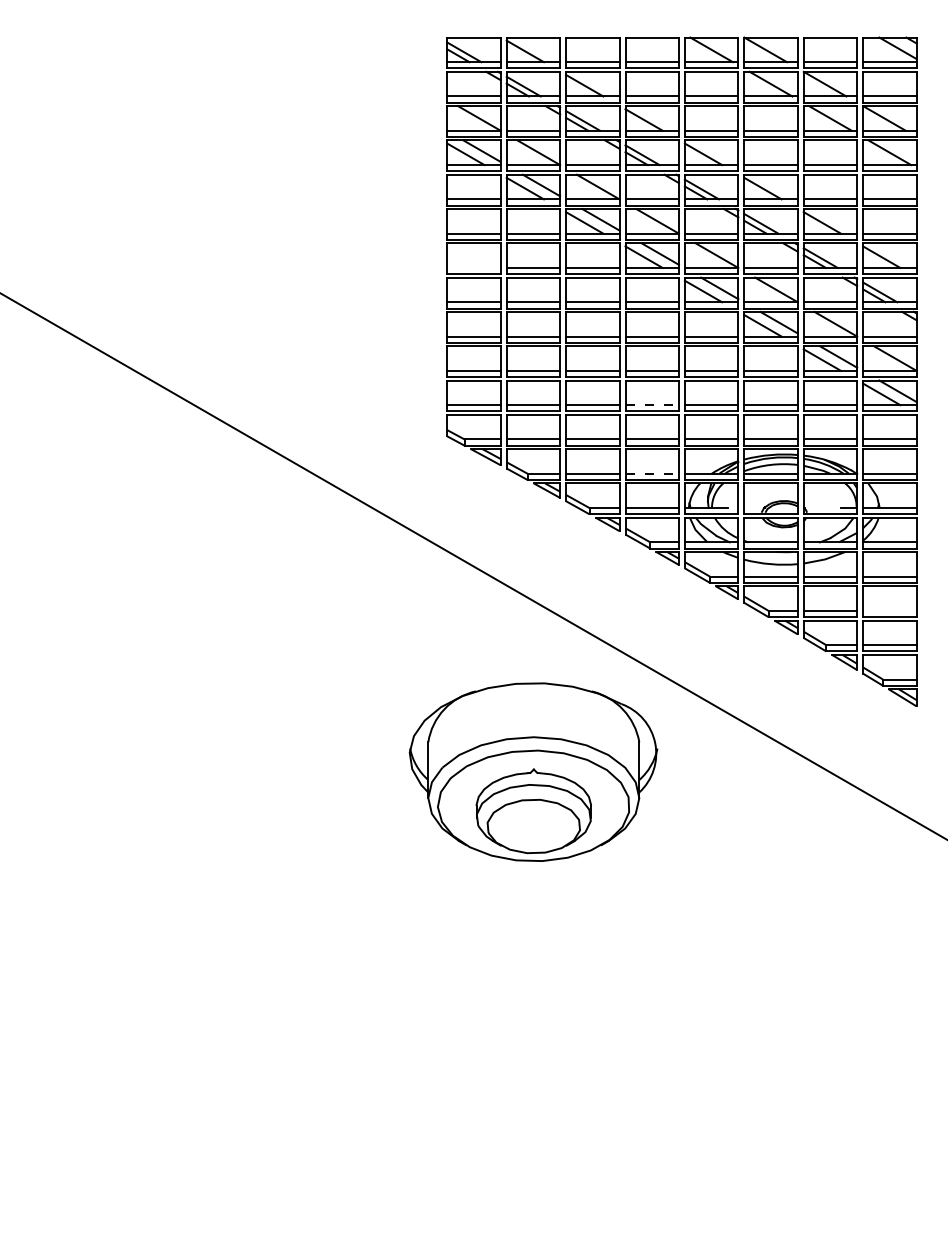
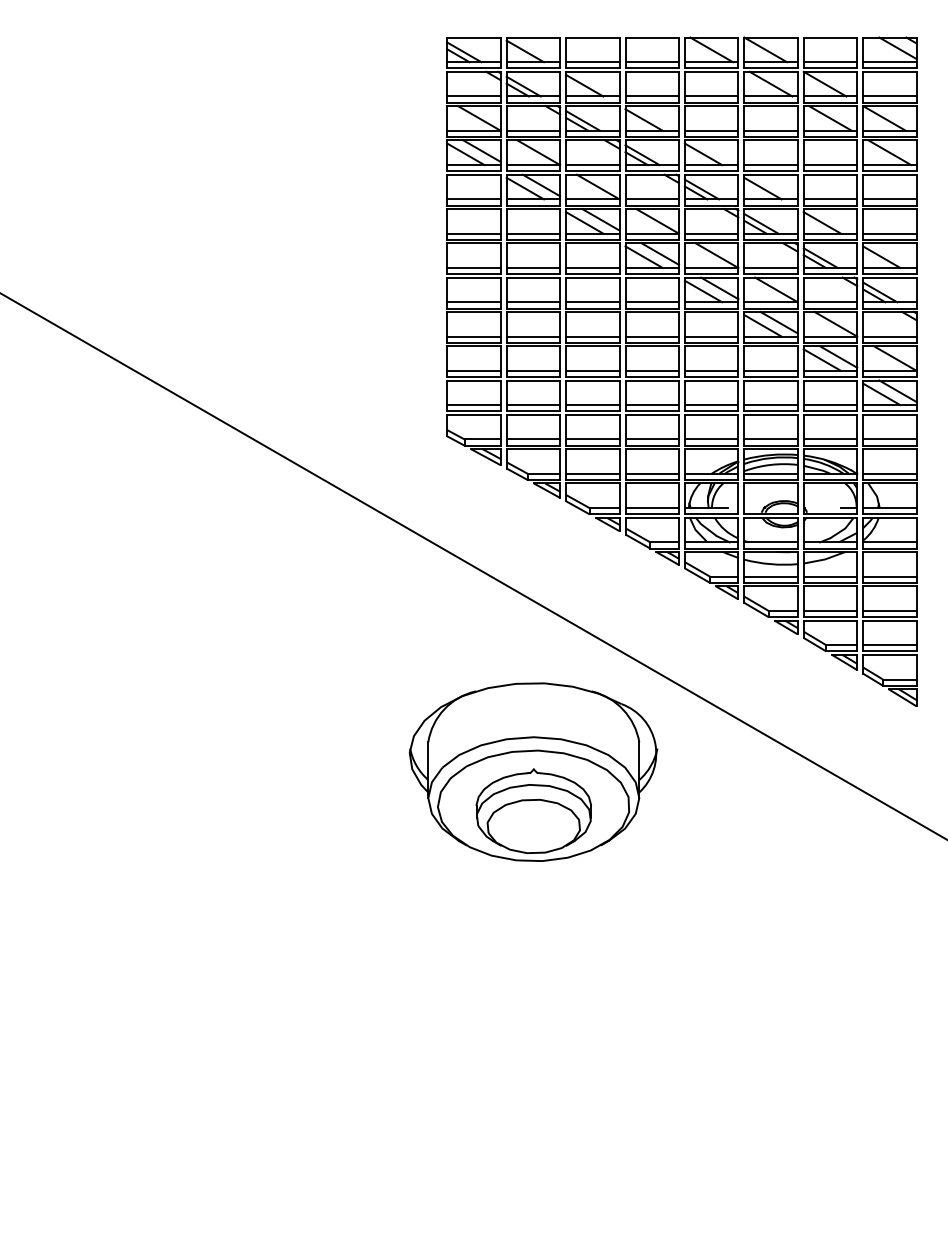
line at (473, 267): none -> present
line at (652, 405): dashed -> solid
line at (652, 473): dashed -> solid
line at (889, 610): none -> present
